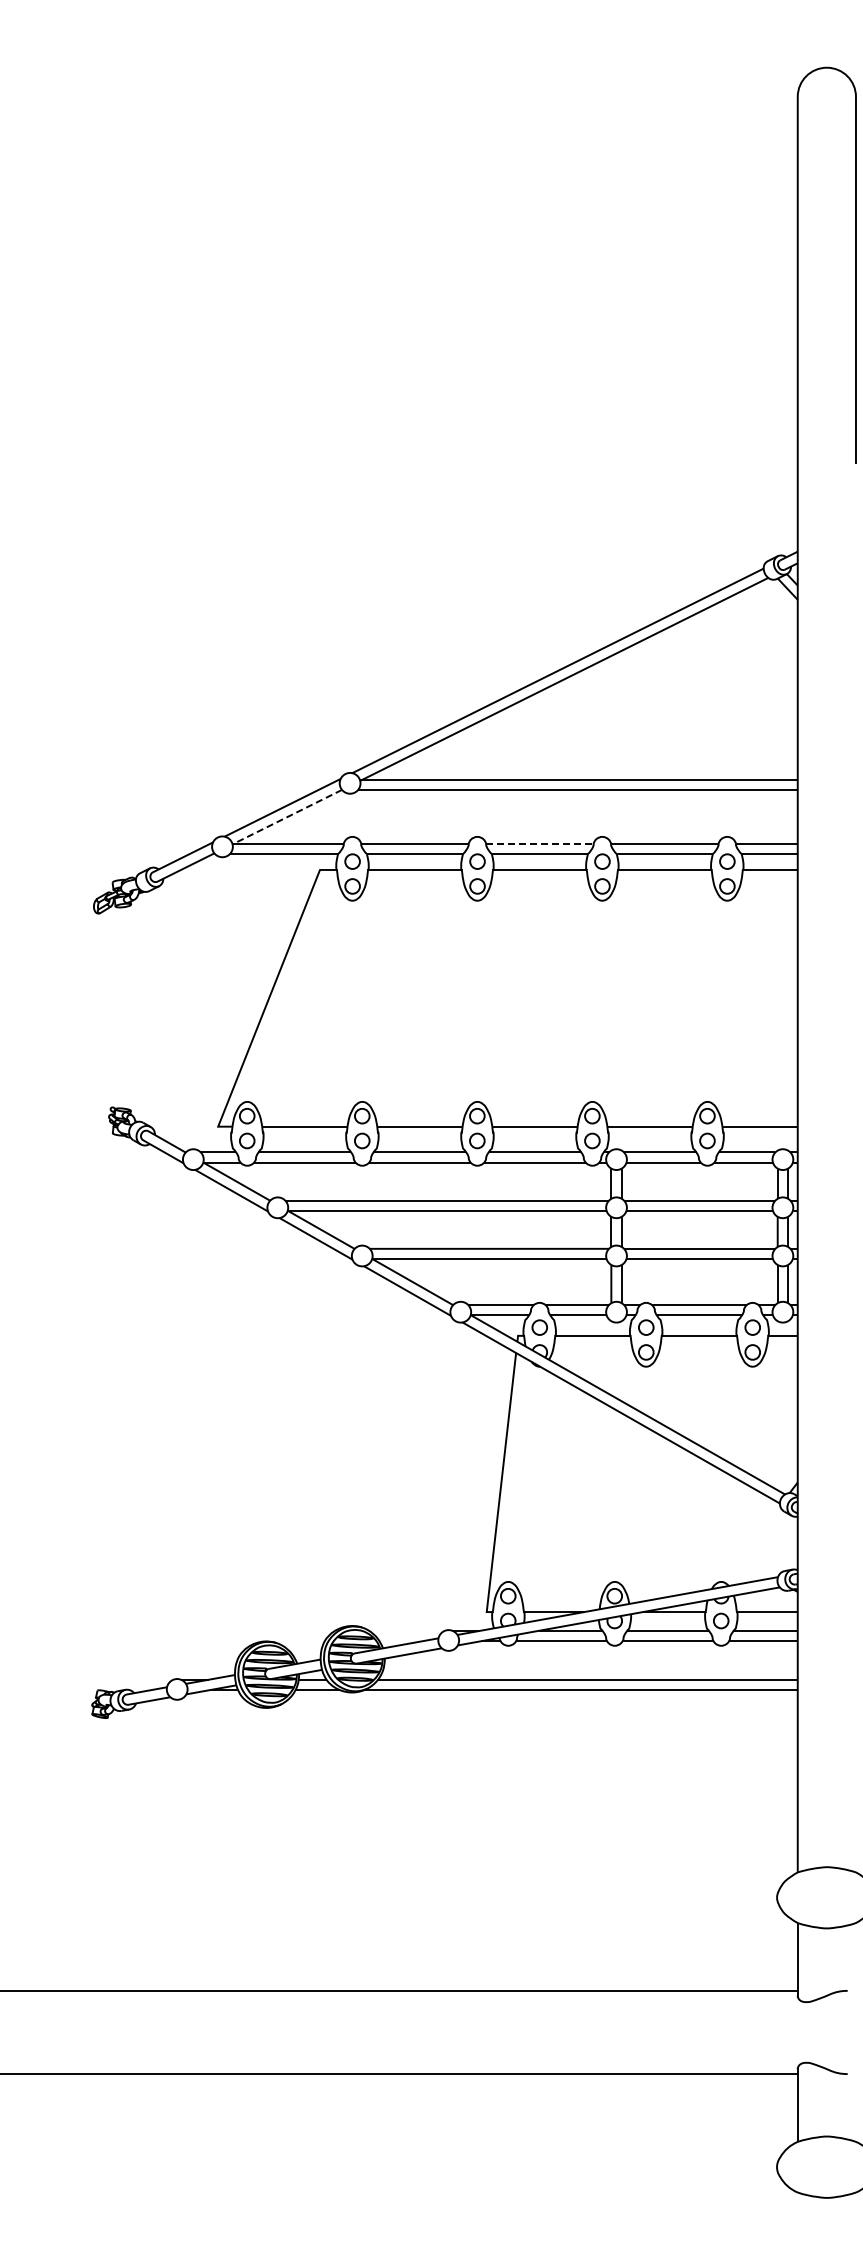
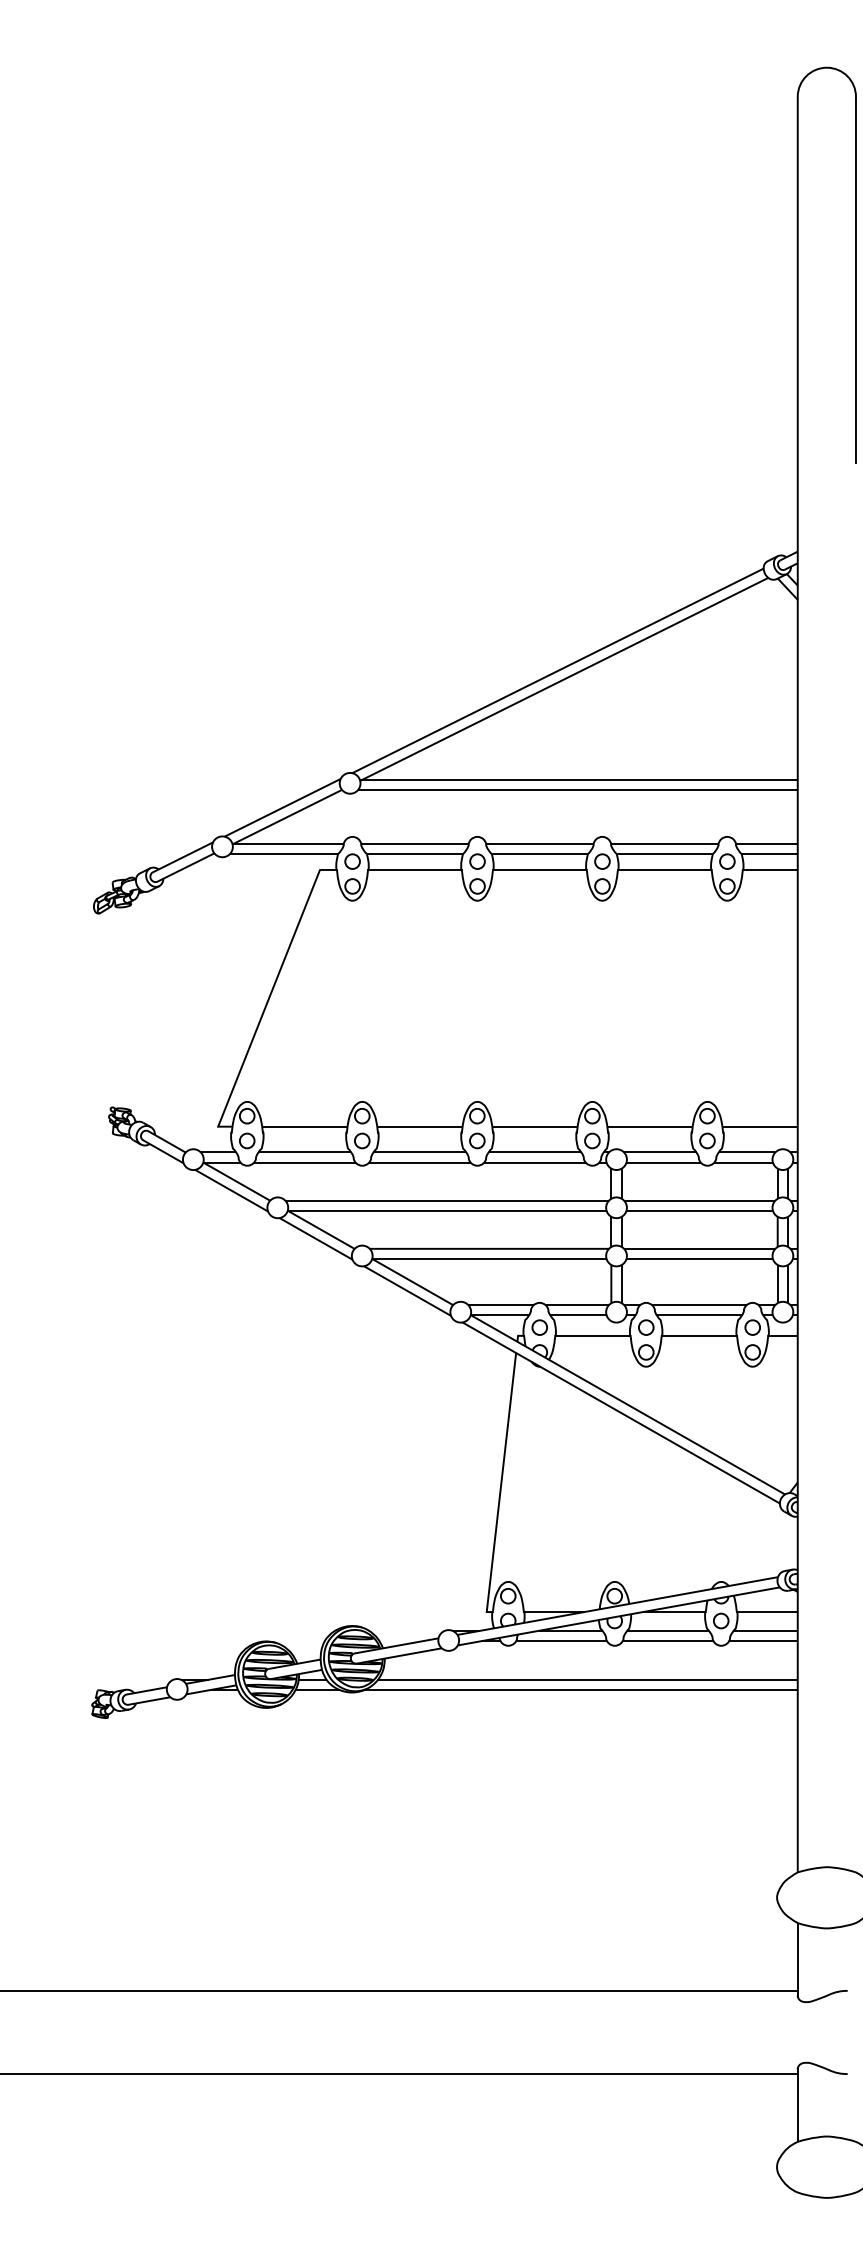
line at (286, 817): dashed -> solid
line at (539, 843): dashed -> solid
